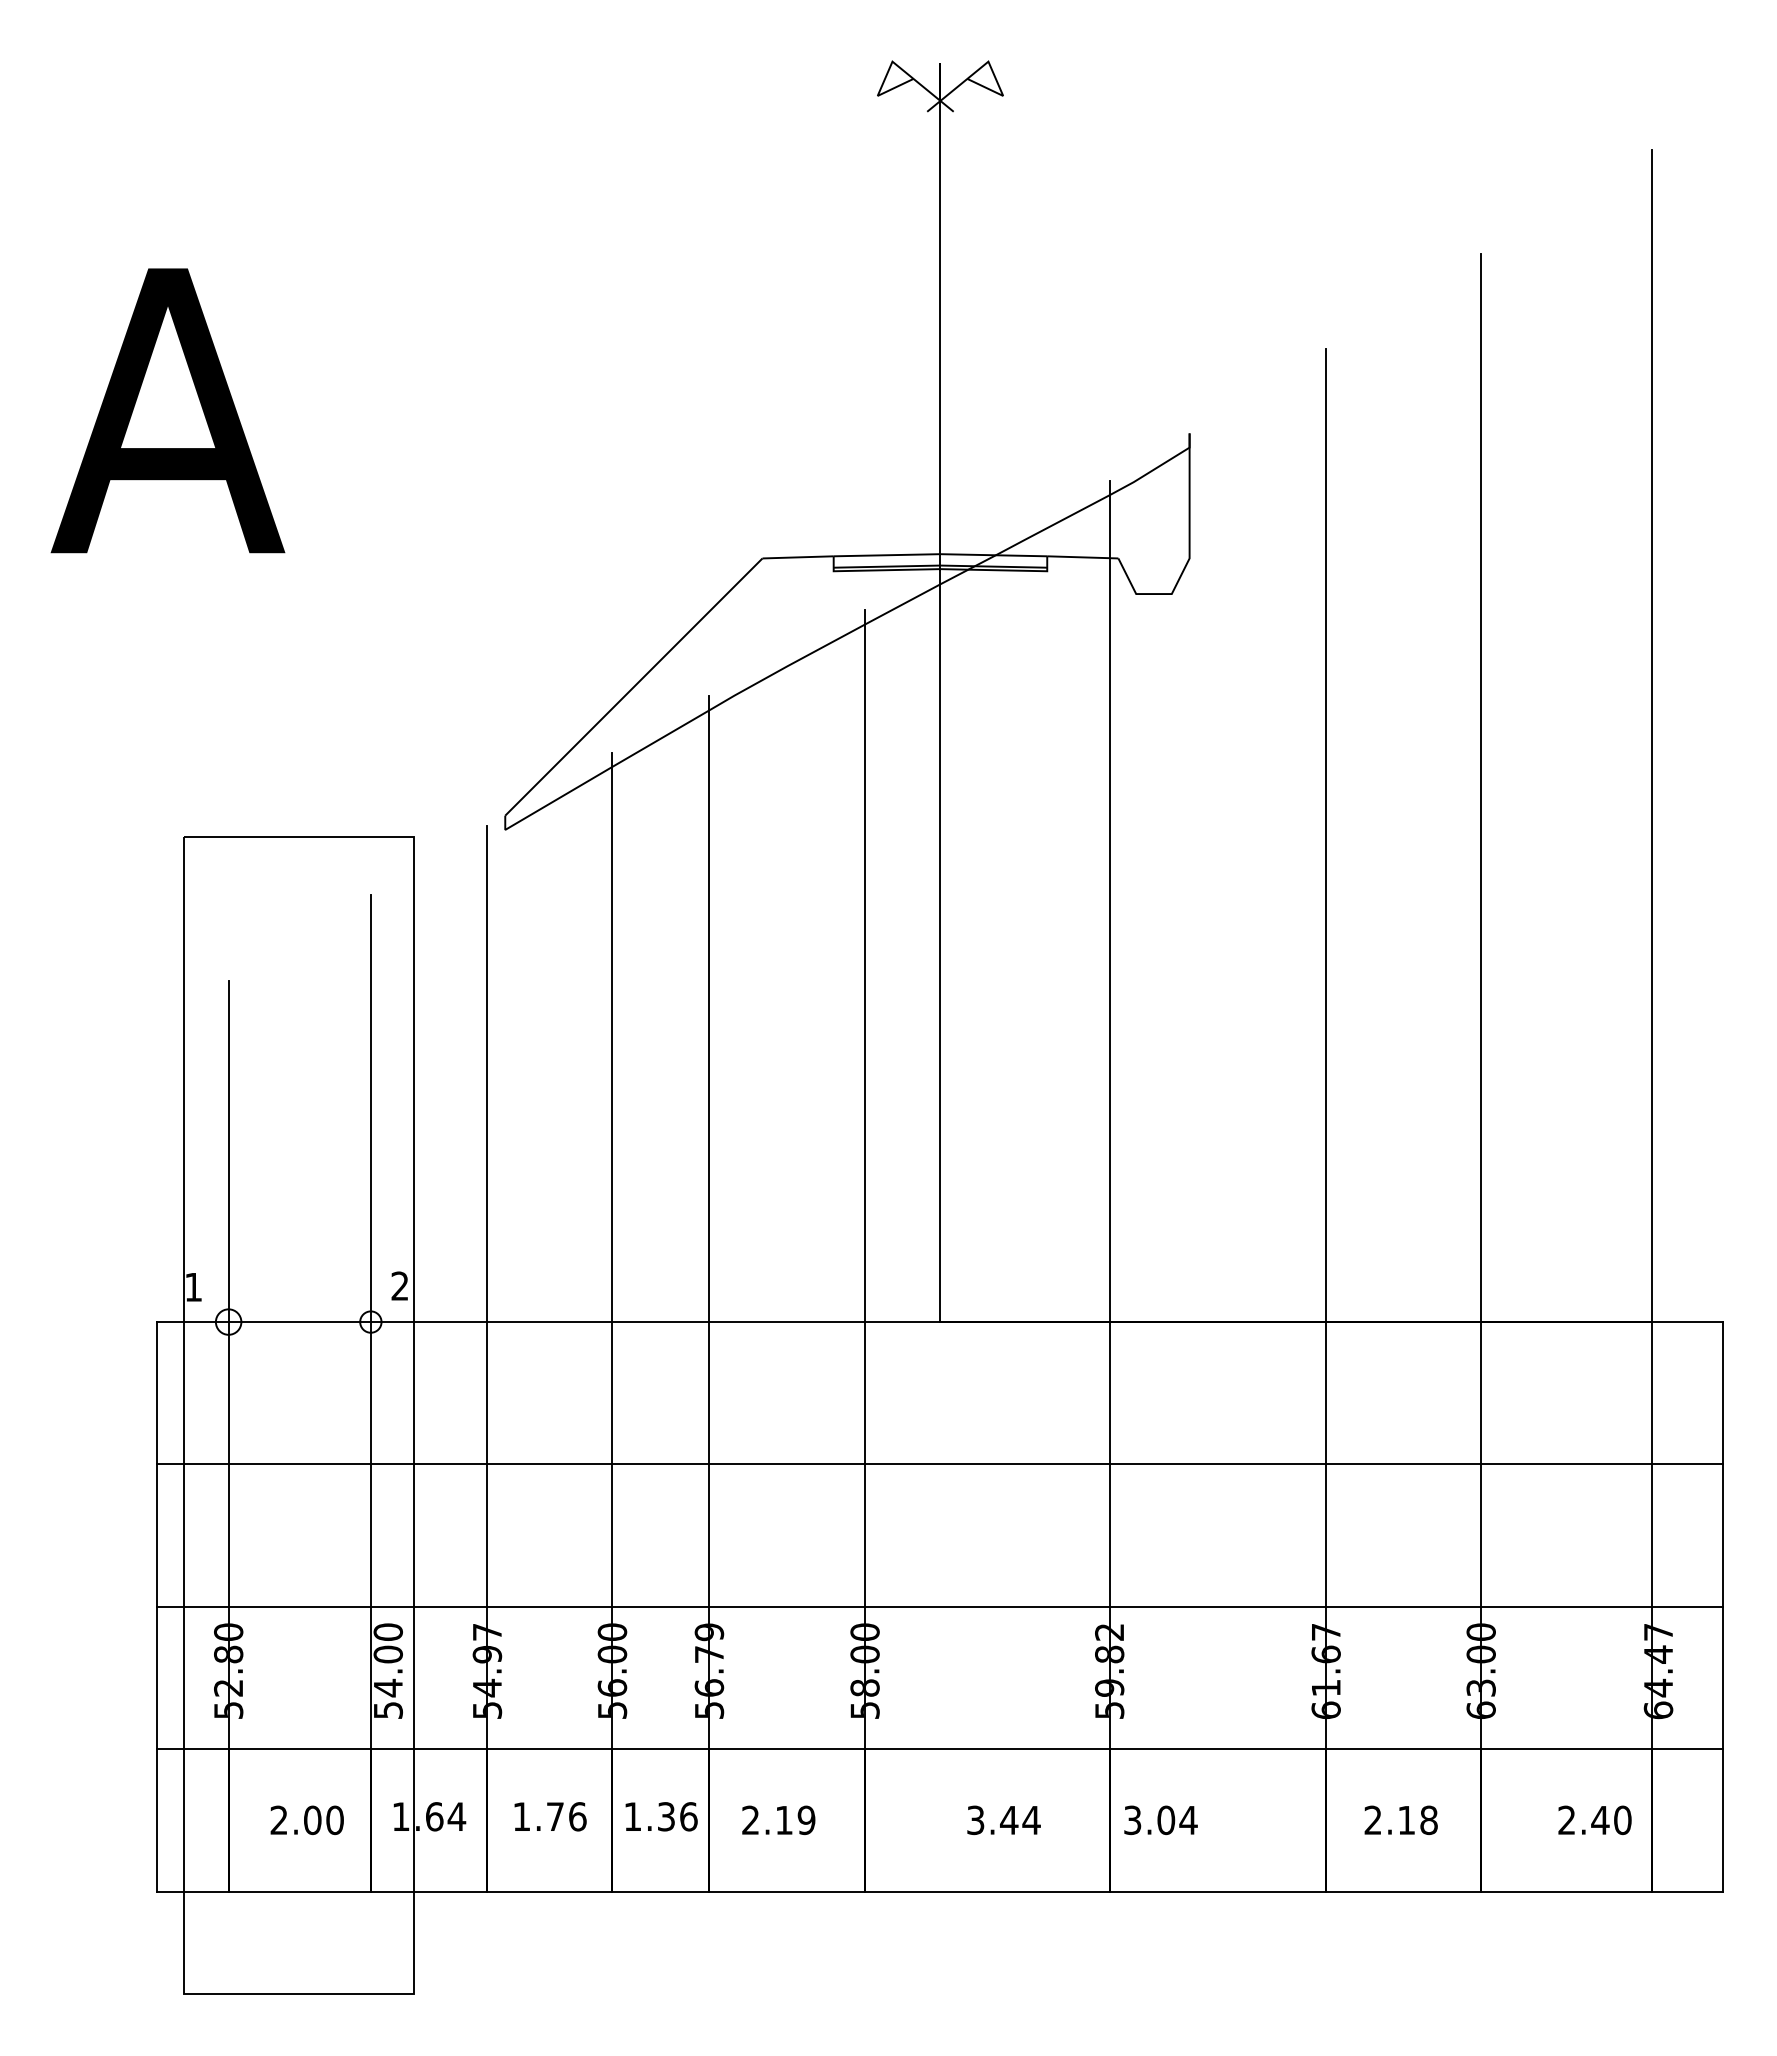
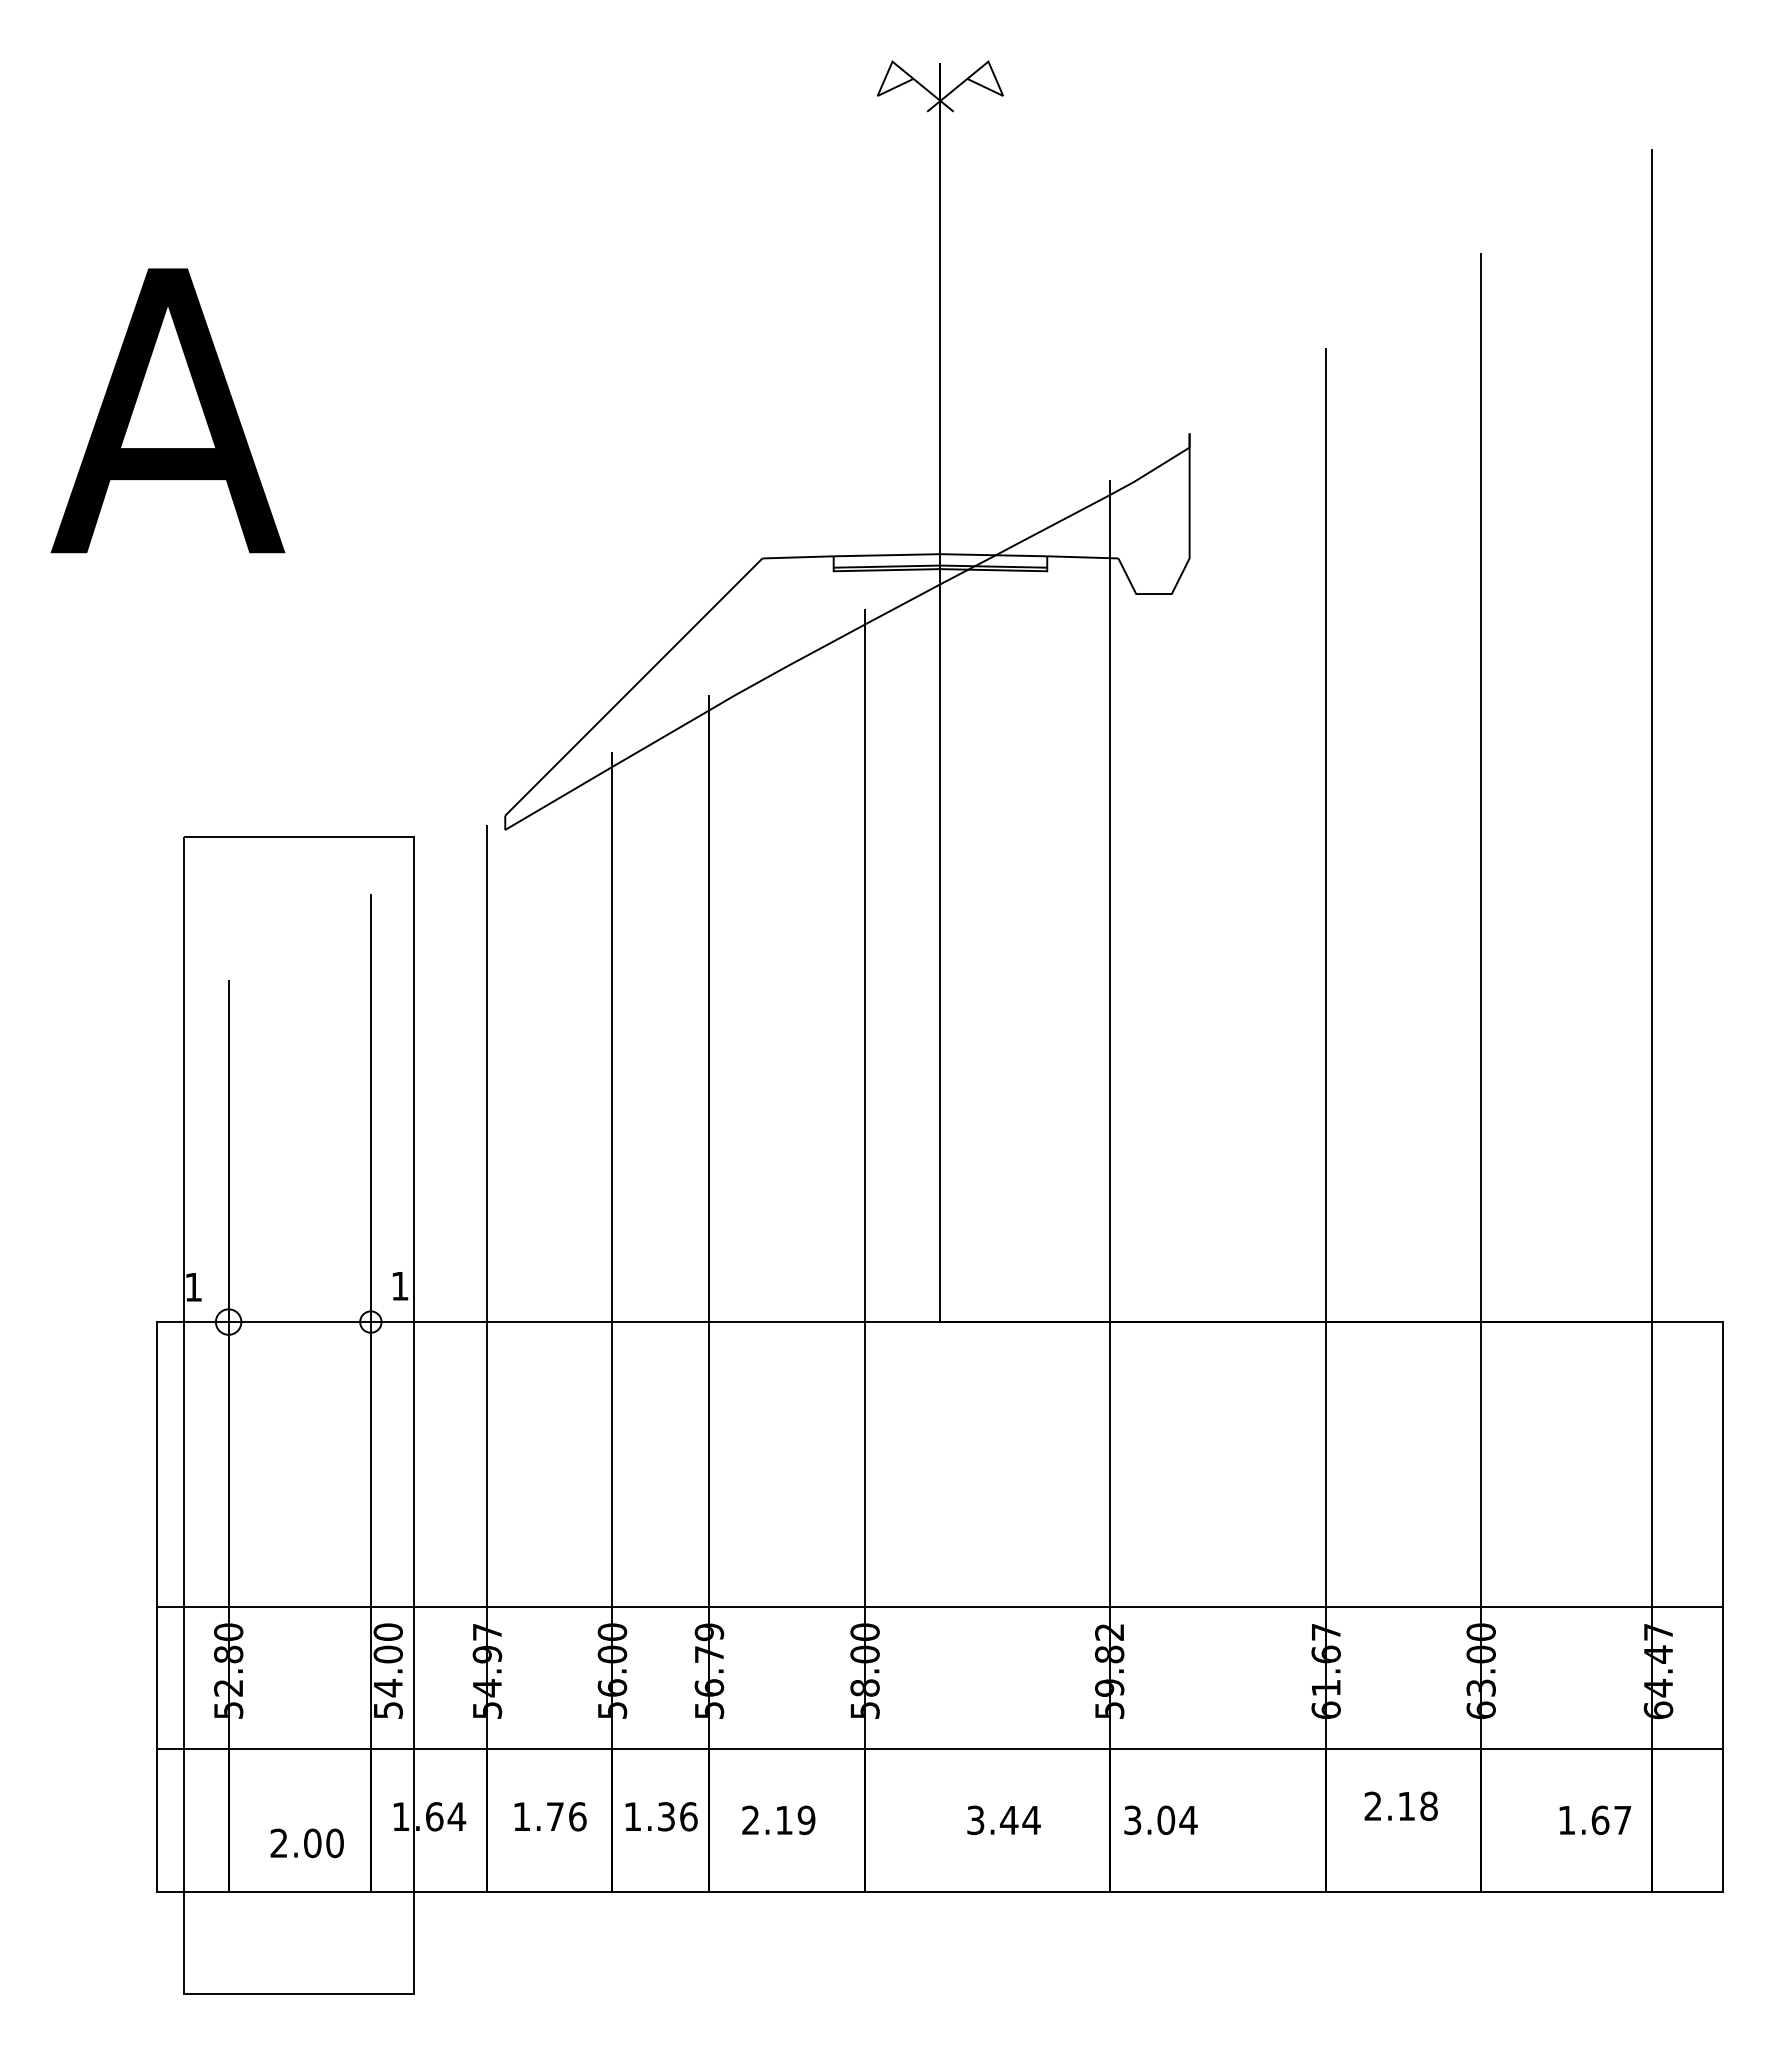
text at (399, 1285): 2 -> 1
line at (940, 1464): present -> none
text at (1400, 1819) position: (1400, 1819) -> (1400, 1805)
text at (306, 1820) position: (306, 1820) -> (306, 1843)
text at (1594, 1820): 2.40 -> 1.67
